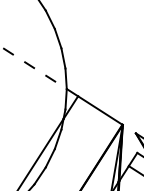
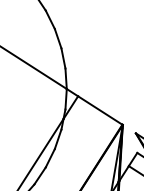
line at (34, 68): dashed -> solid
